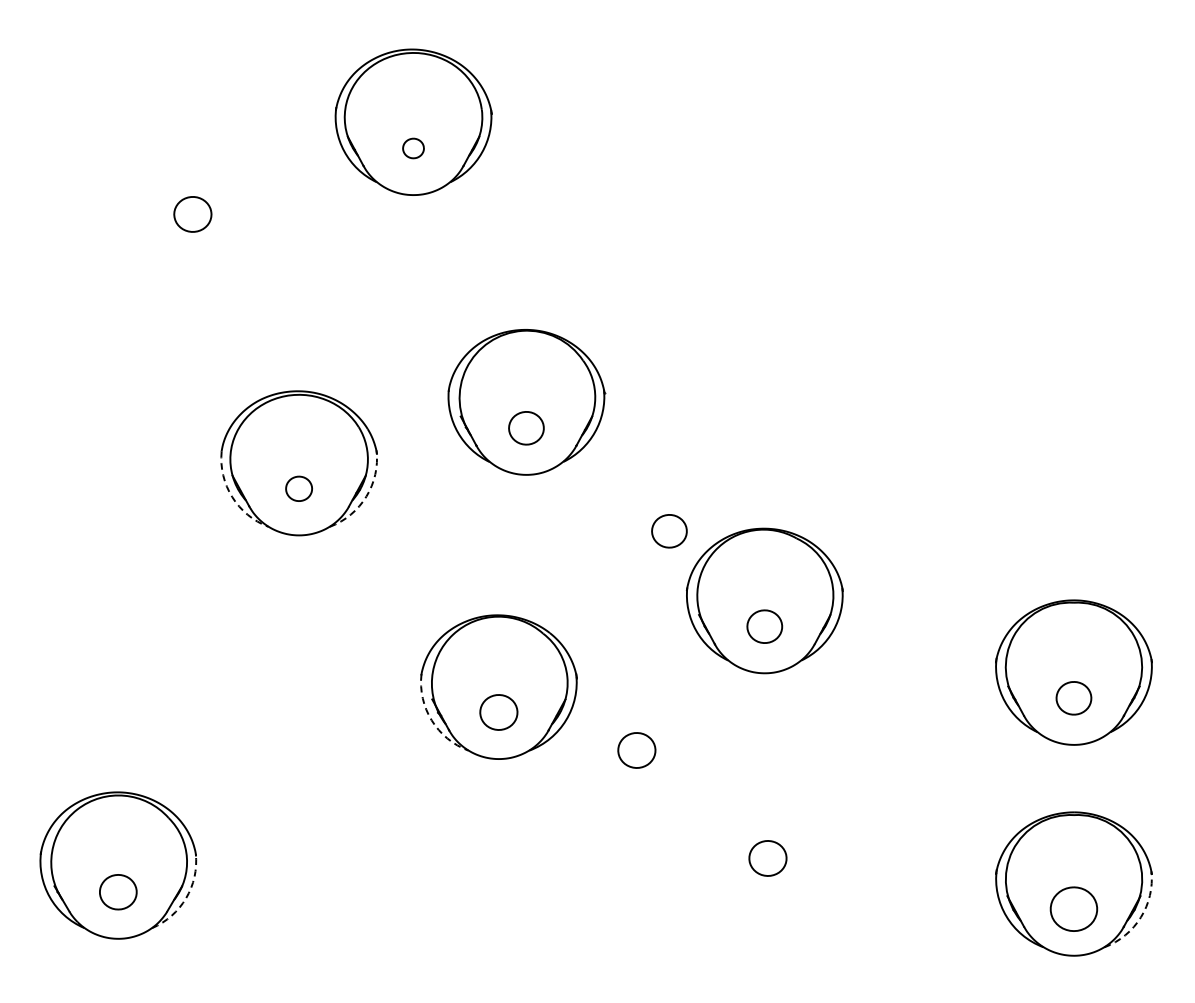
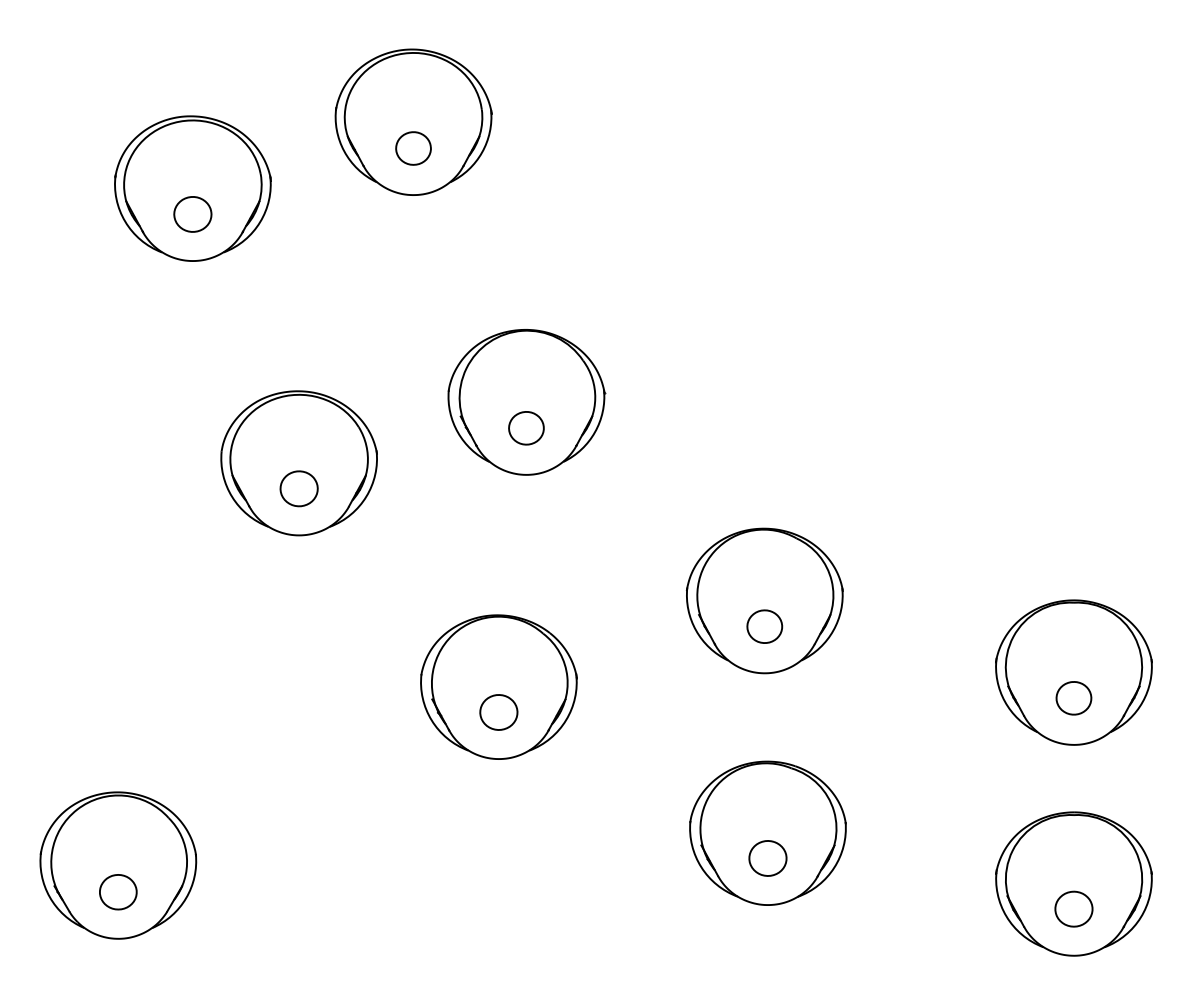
part at (413, 148) size: 23x23 px -> 37x35 px
part at (192, 188): none -> present
part at (298, 488) size: 28x27 px -> 40x38 px
arc at (366, 496): dashed -> solid
arc at (232, 497): dashed -> solid
part at (669, 531): present -> none
arc at (431, 720): dashed -> solid
part at (636, 750): present -> none
part at (767, 832): none -> present
arc at (186, 898): dashed -> solid
part at (1073, 908) size: 50x46 px -> 40x38 px
arc at (1140, 917): dashed -> solid
